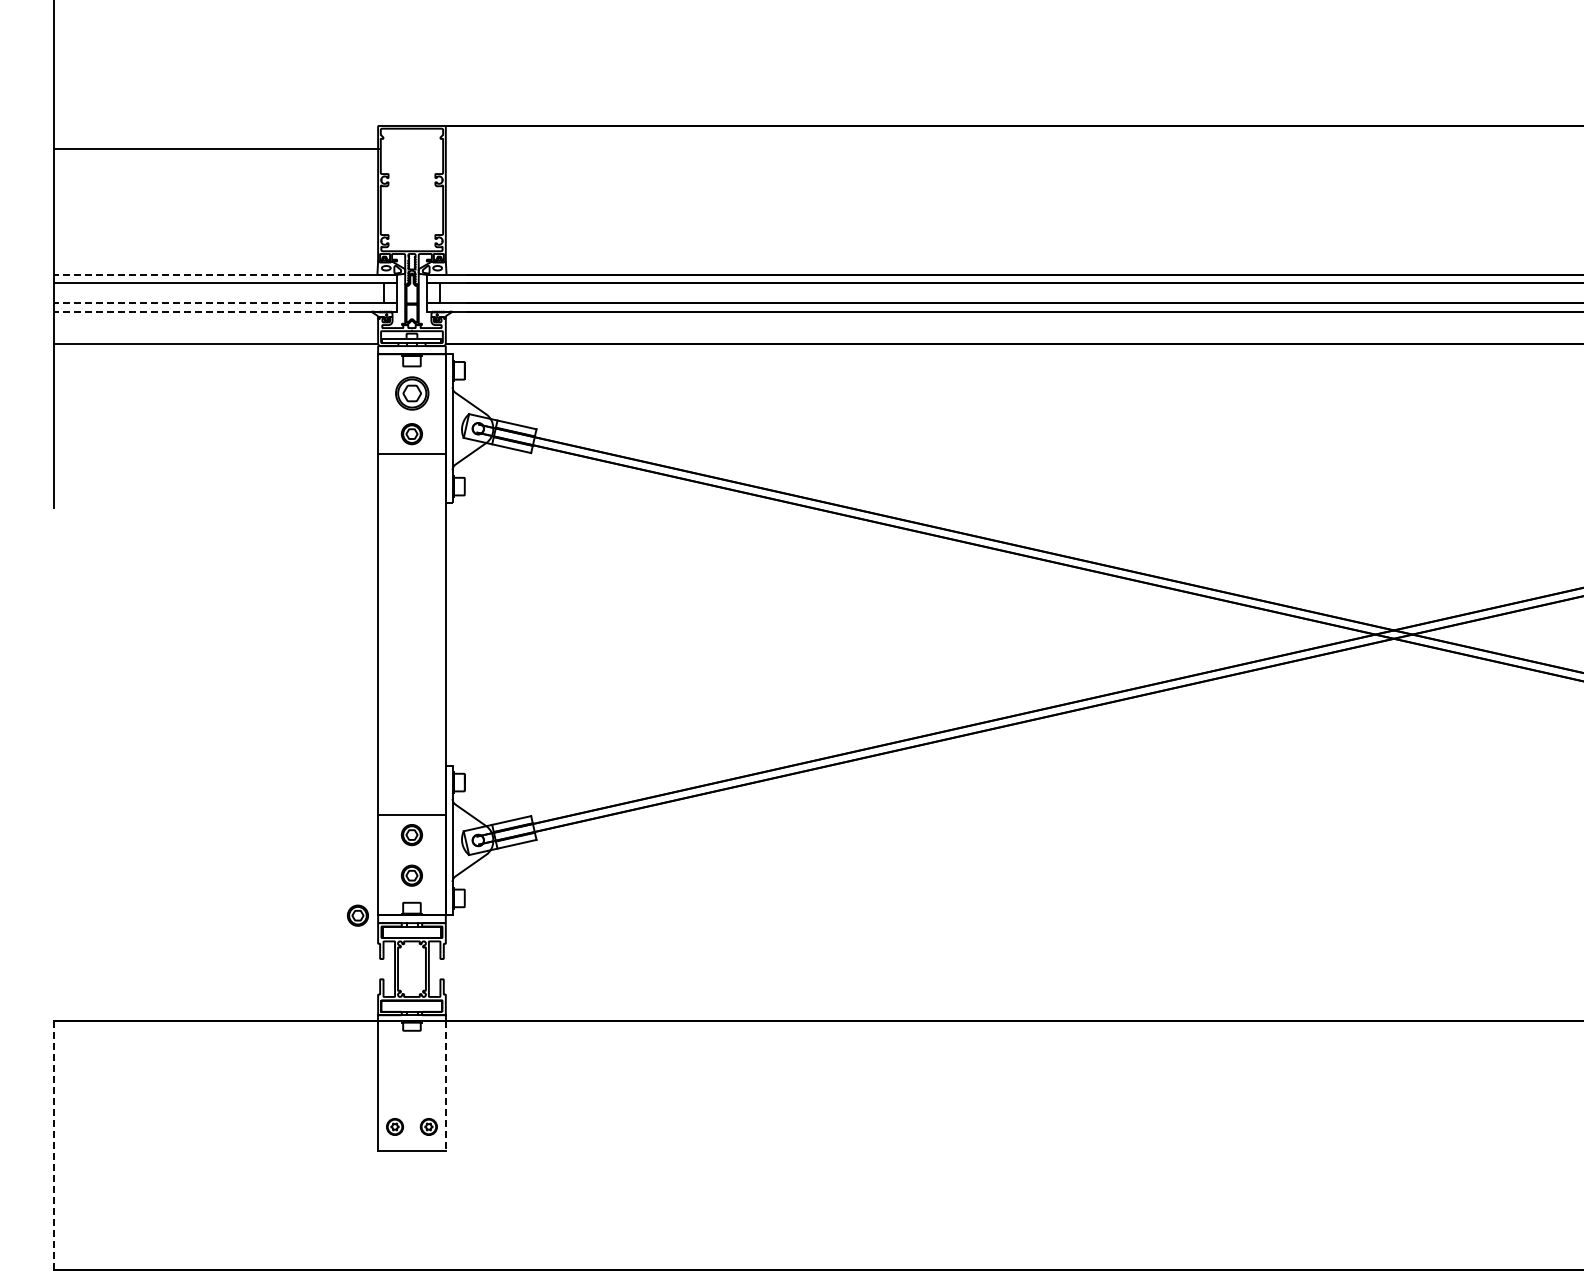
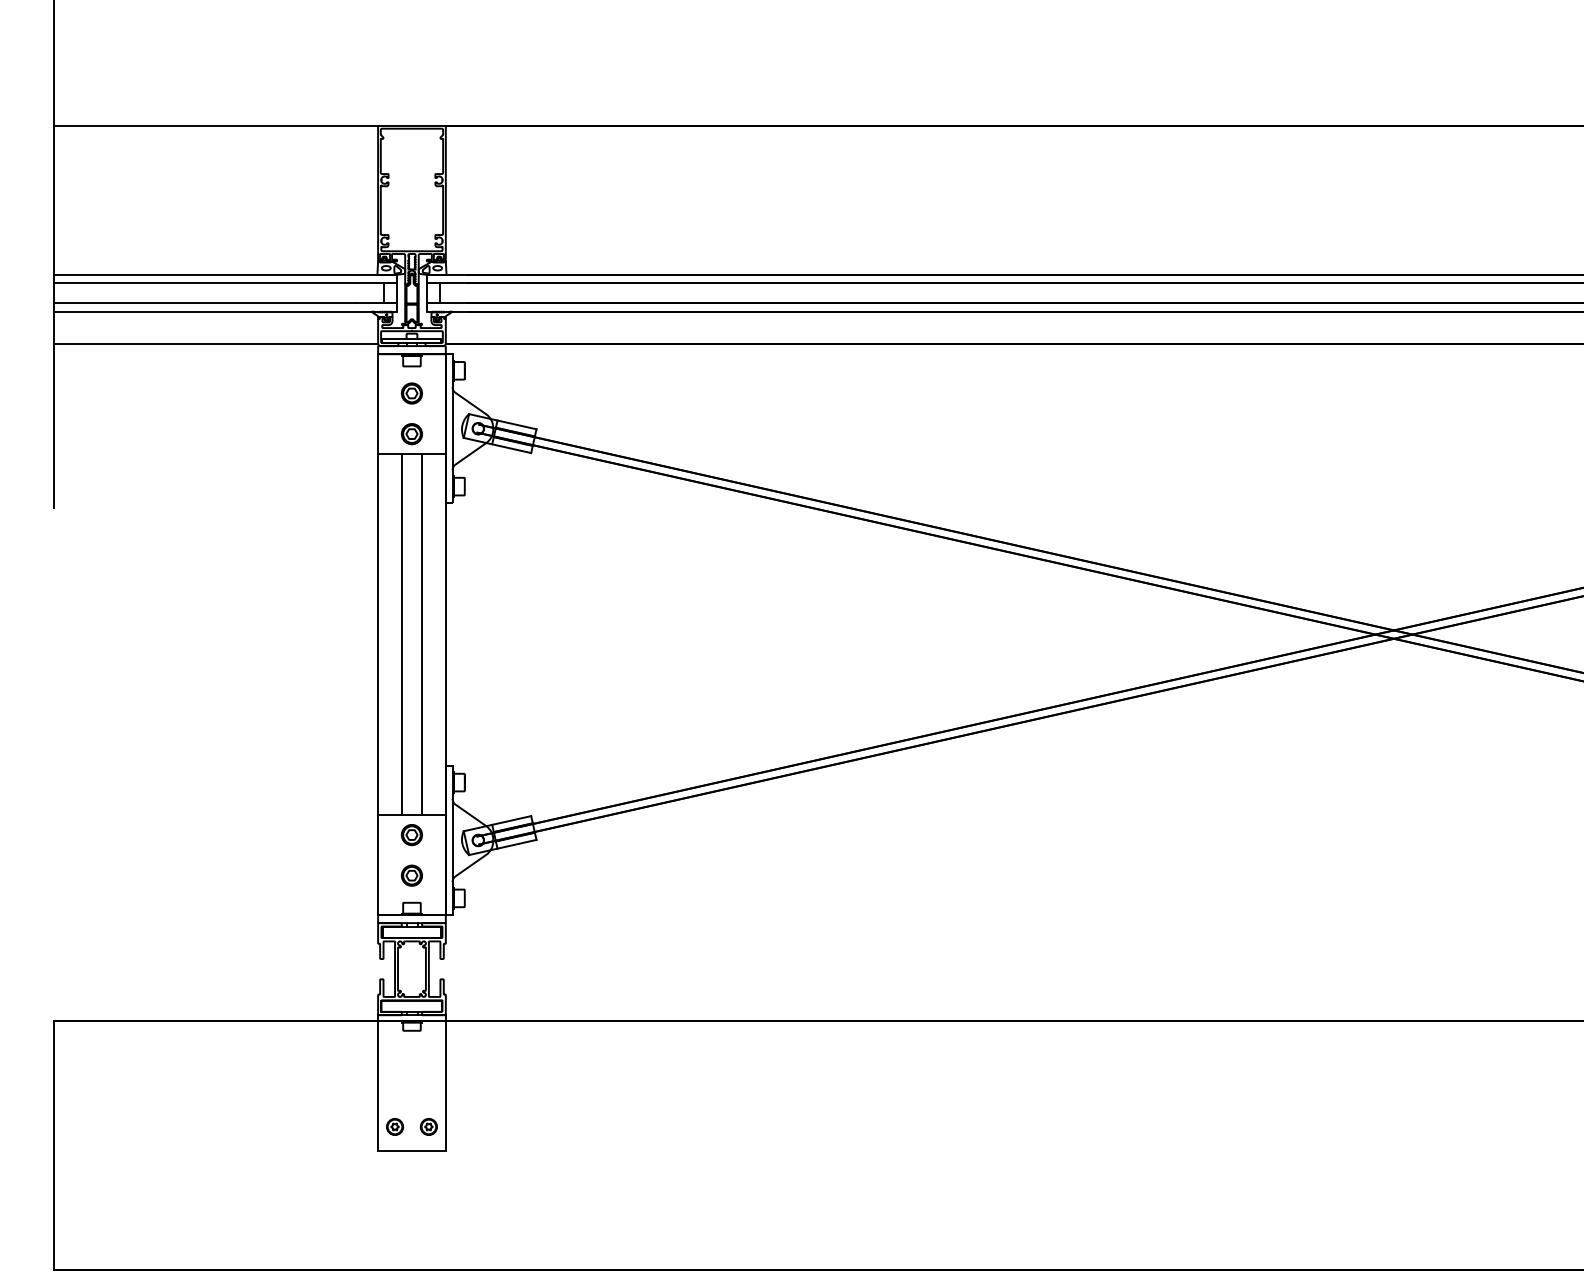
line at (215, 148) position: (215, 148) -> (215, 125)
line at (204, 274): dashed -> solid
line at (204, 303): dashed -> solid
line at (204, 311): dashed -> solid
part at (412, 393) size: 35x35 px -> 23x23 px
line at (401, 634): none -> present
line at (422, 634): none -> present
part at (357, 915): present -> none
line at (445, 1086): dashed -> solid
line at (53, 1145): dashed -> solid
